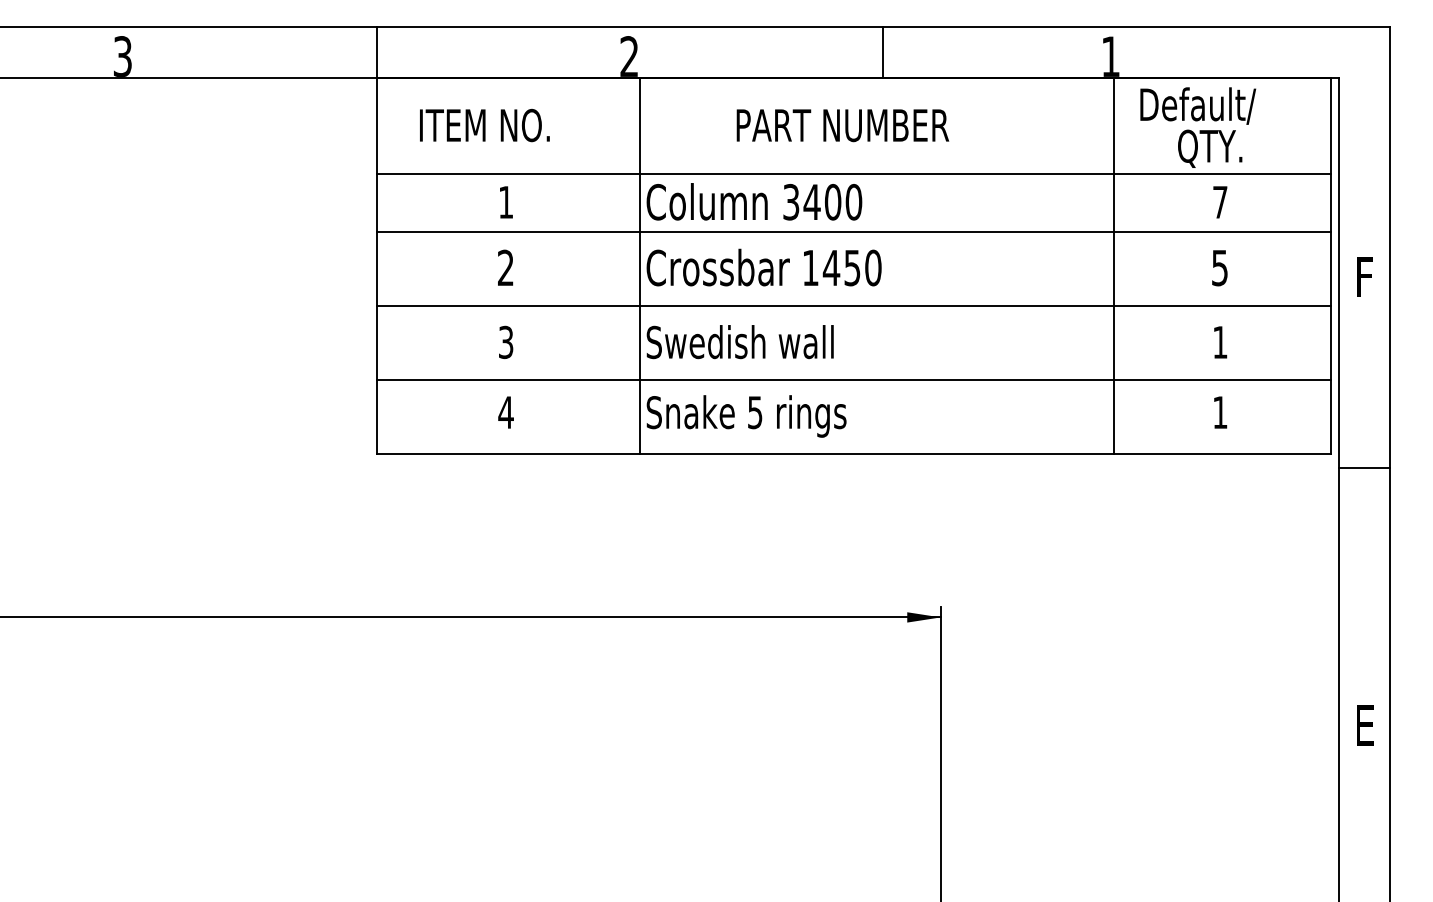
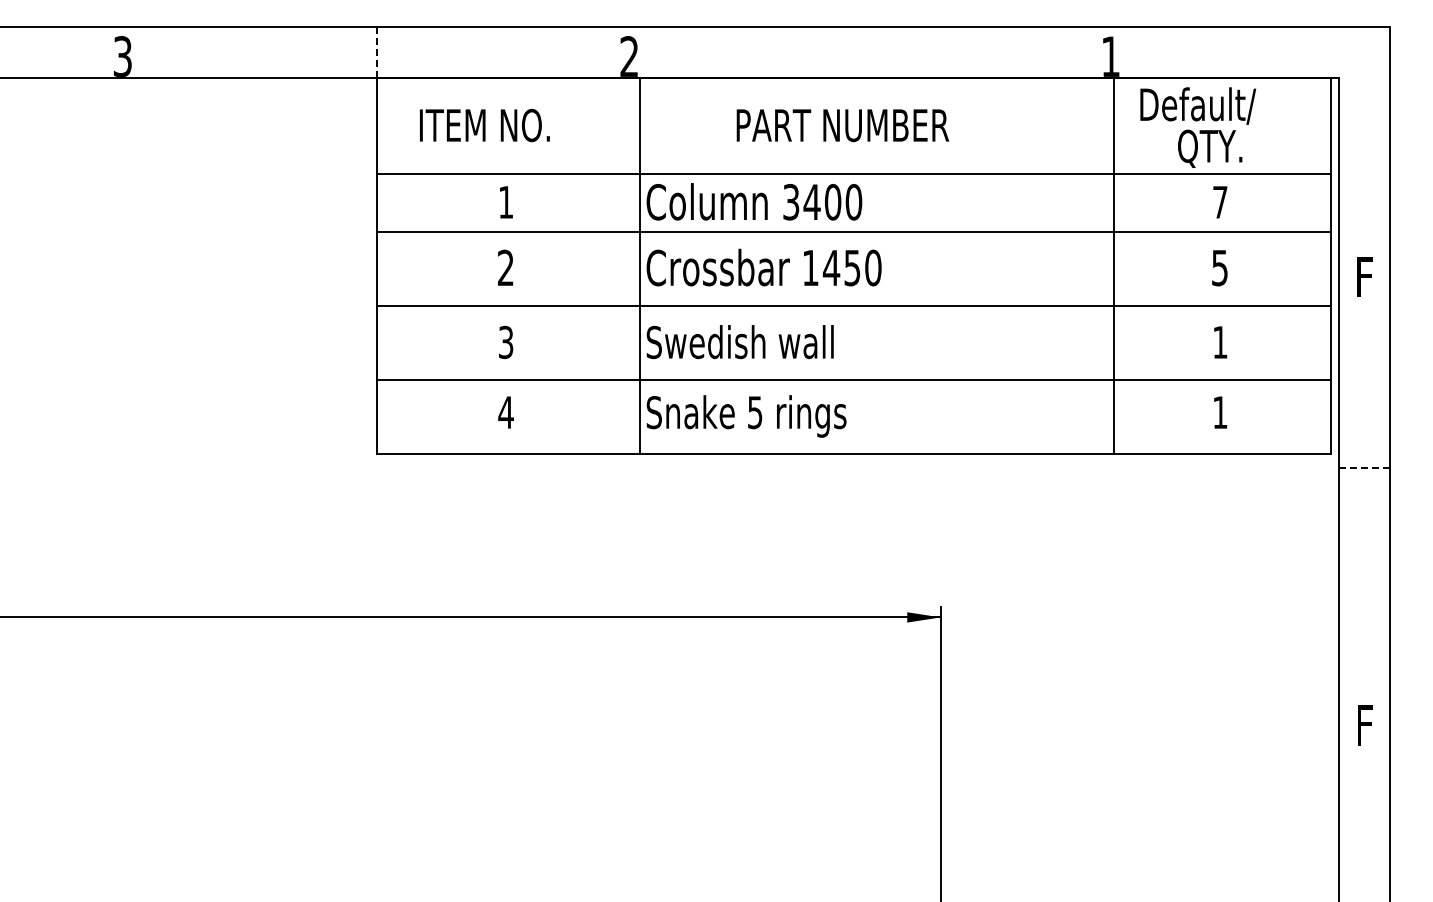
line at (376, 51): solid -> dashed
line at (883, 52): present -> none
line at (1365, 467): solid -> dashed
text at (1365, 725): E -> F
